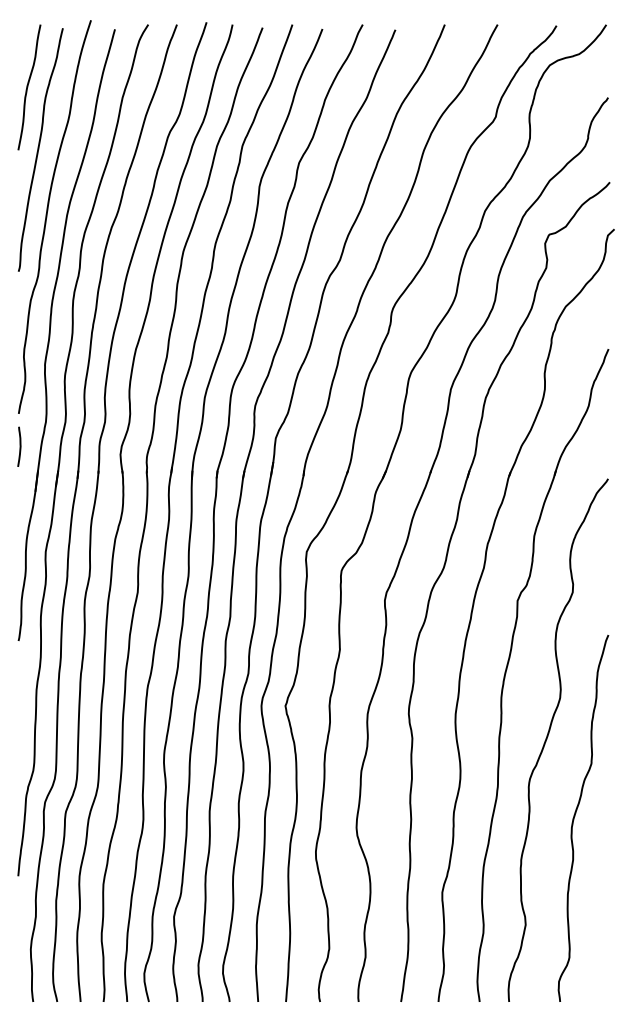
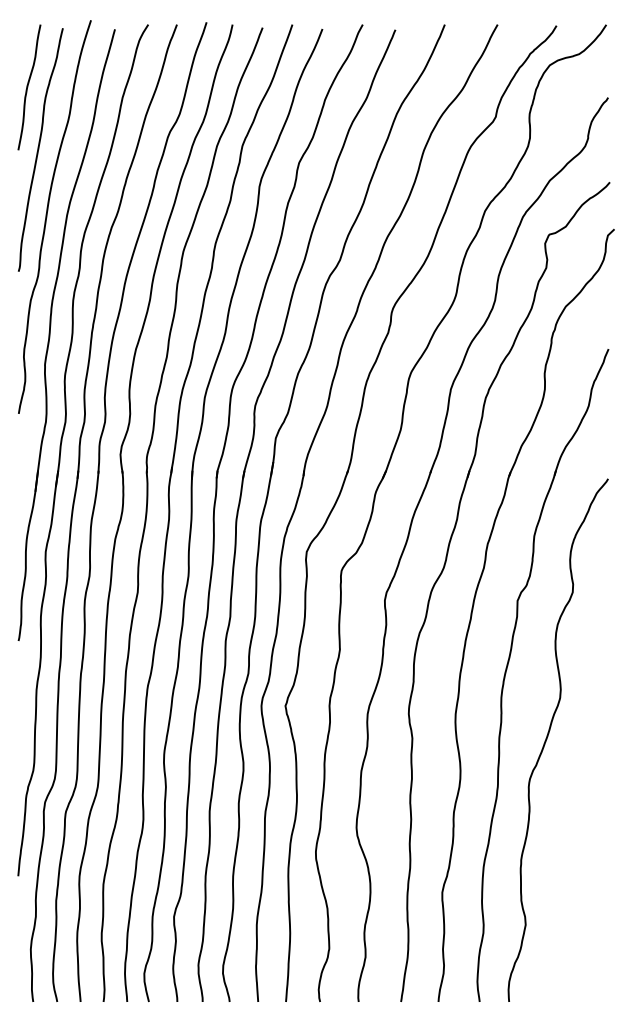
curve at (19, 446): present -> none
curve at (576, 813): present -> none
